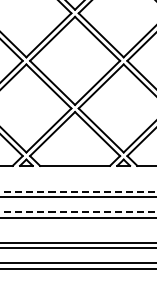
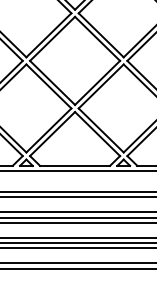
line at (77, 170): none -> present
line at (78, 192): dashed -> solid
line at (78, 212): dashed -> solid
line at (77, 222): none -> present
line at (77, 237): none -> present
